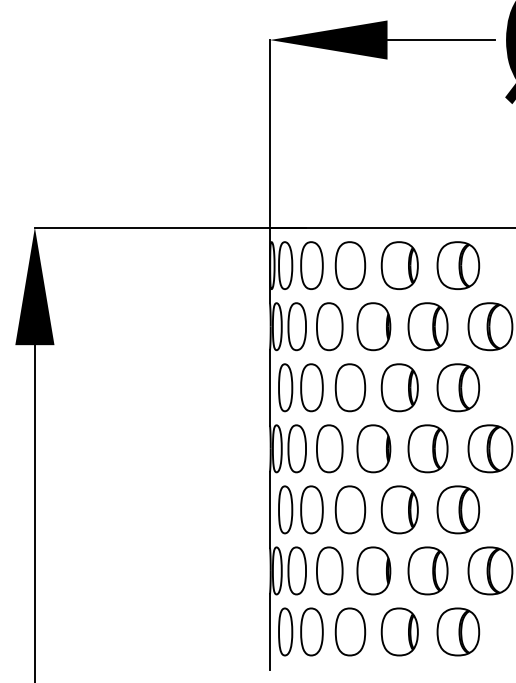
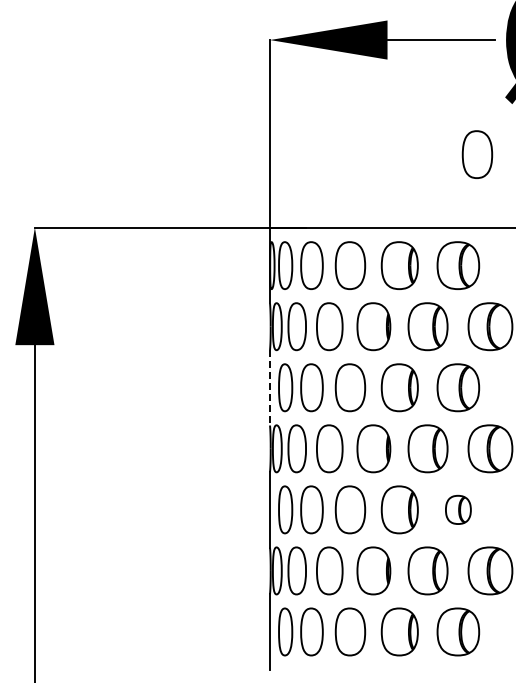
part at (477, 154): none -> present
line at (270, 387): solid -> dashed
part at (458, 509) size: 45x50 px -> 27x31 px
